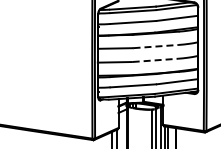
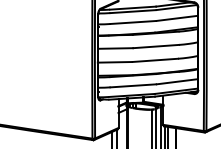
line at (156, 46): dashed -> solid
line at (155, 60): dashed -> solid
